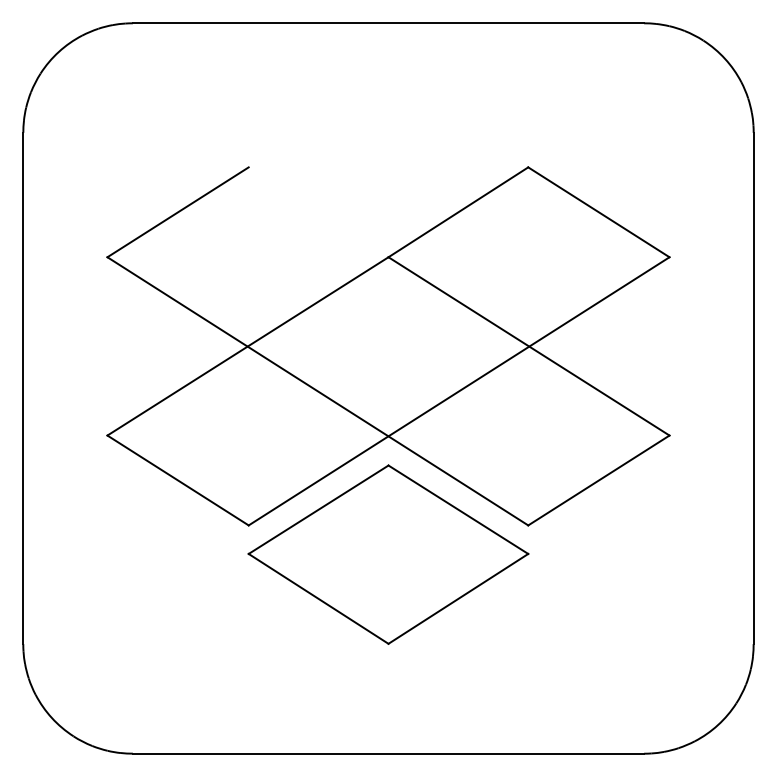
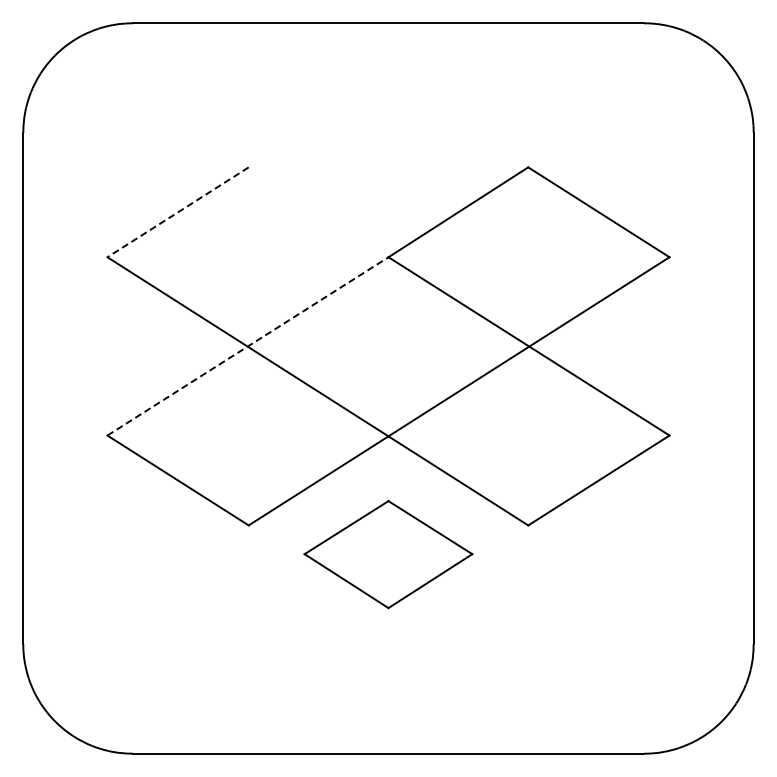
line at (178, 212): solid -> dashed
line at (248, 346): solid -> dashed
part at (388, 554) size: 283x181 px -> 171x110 px
